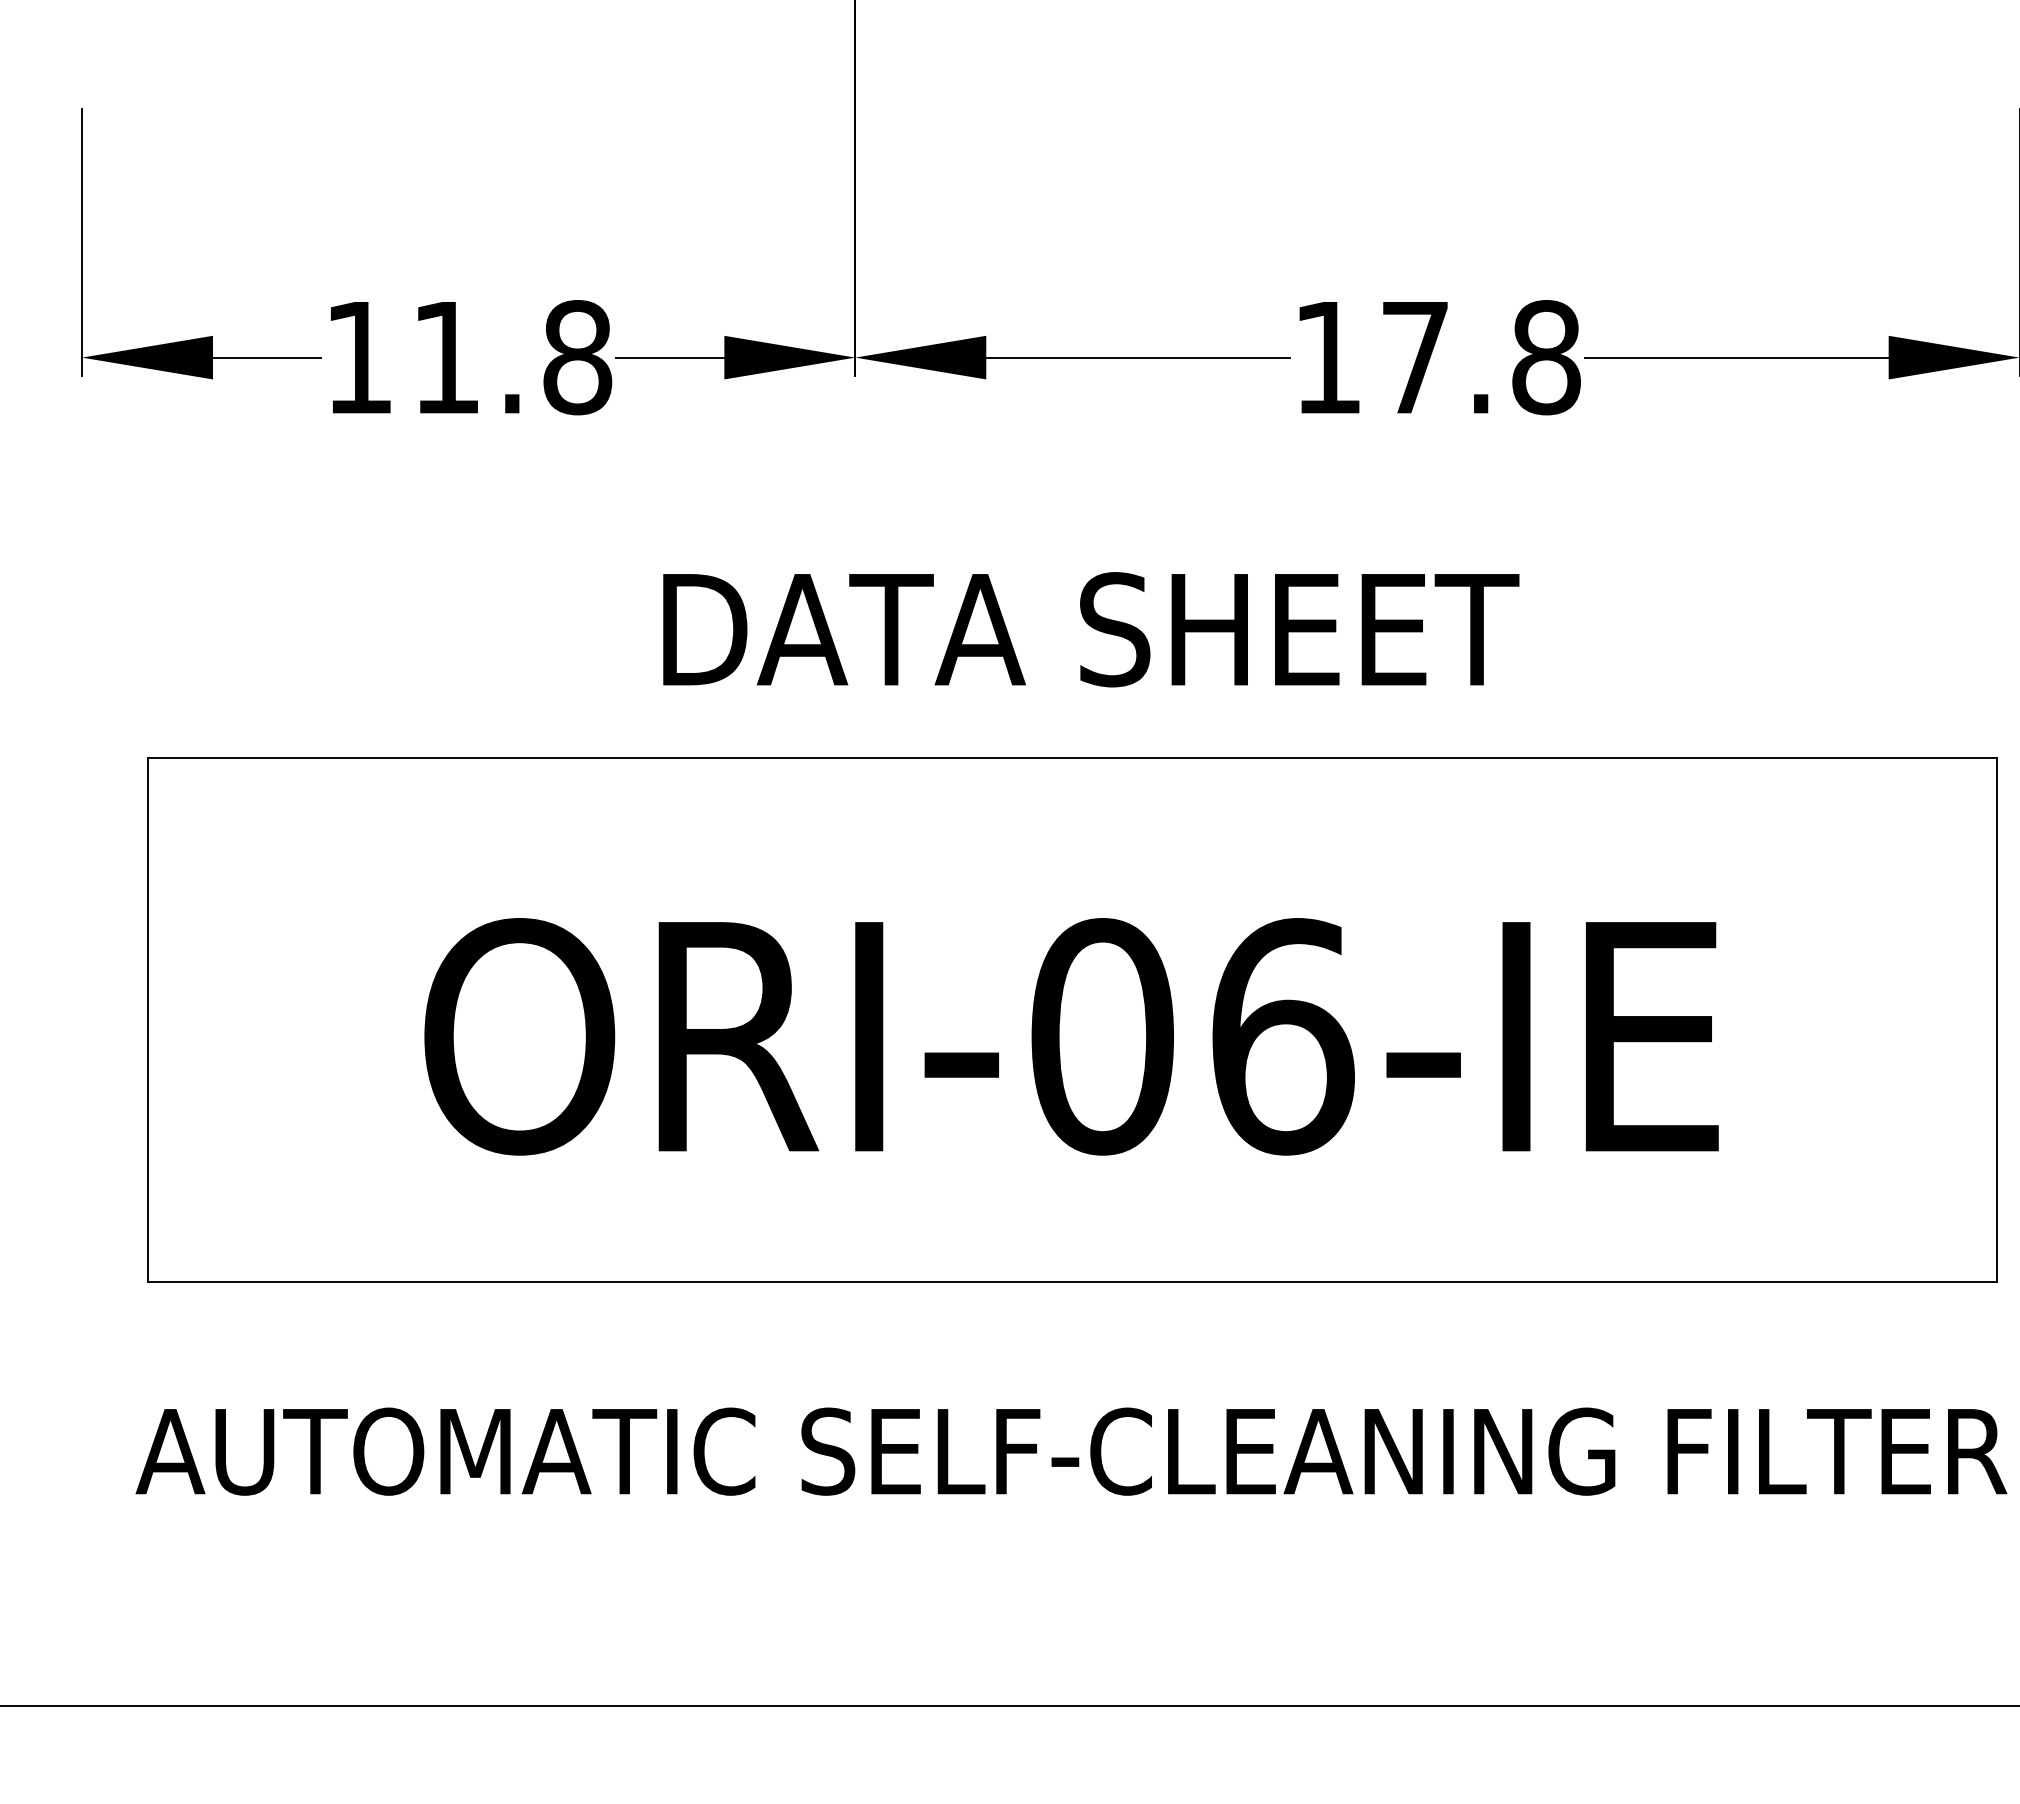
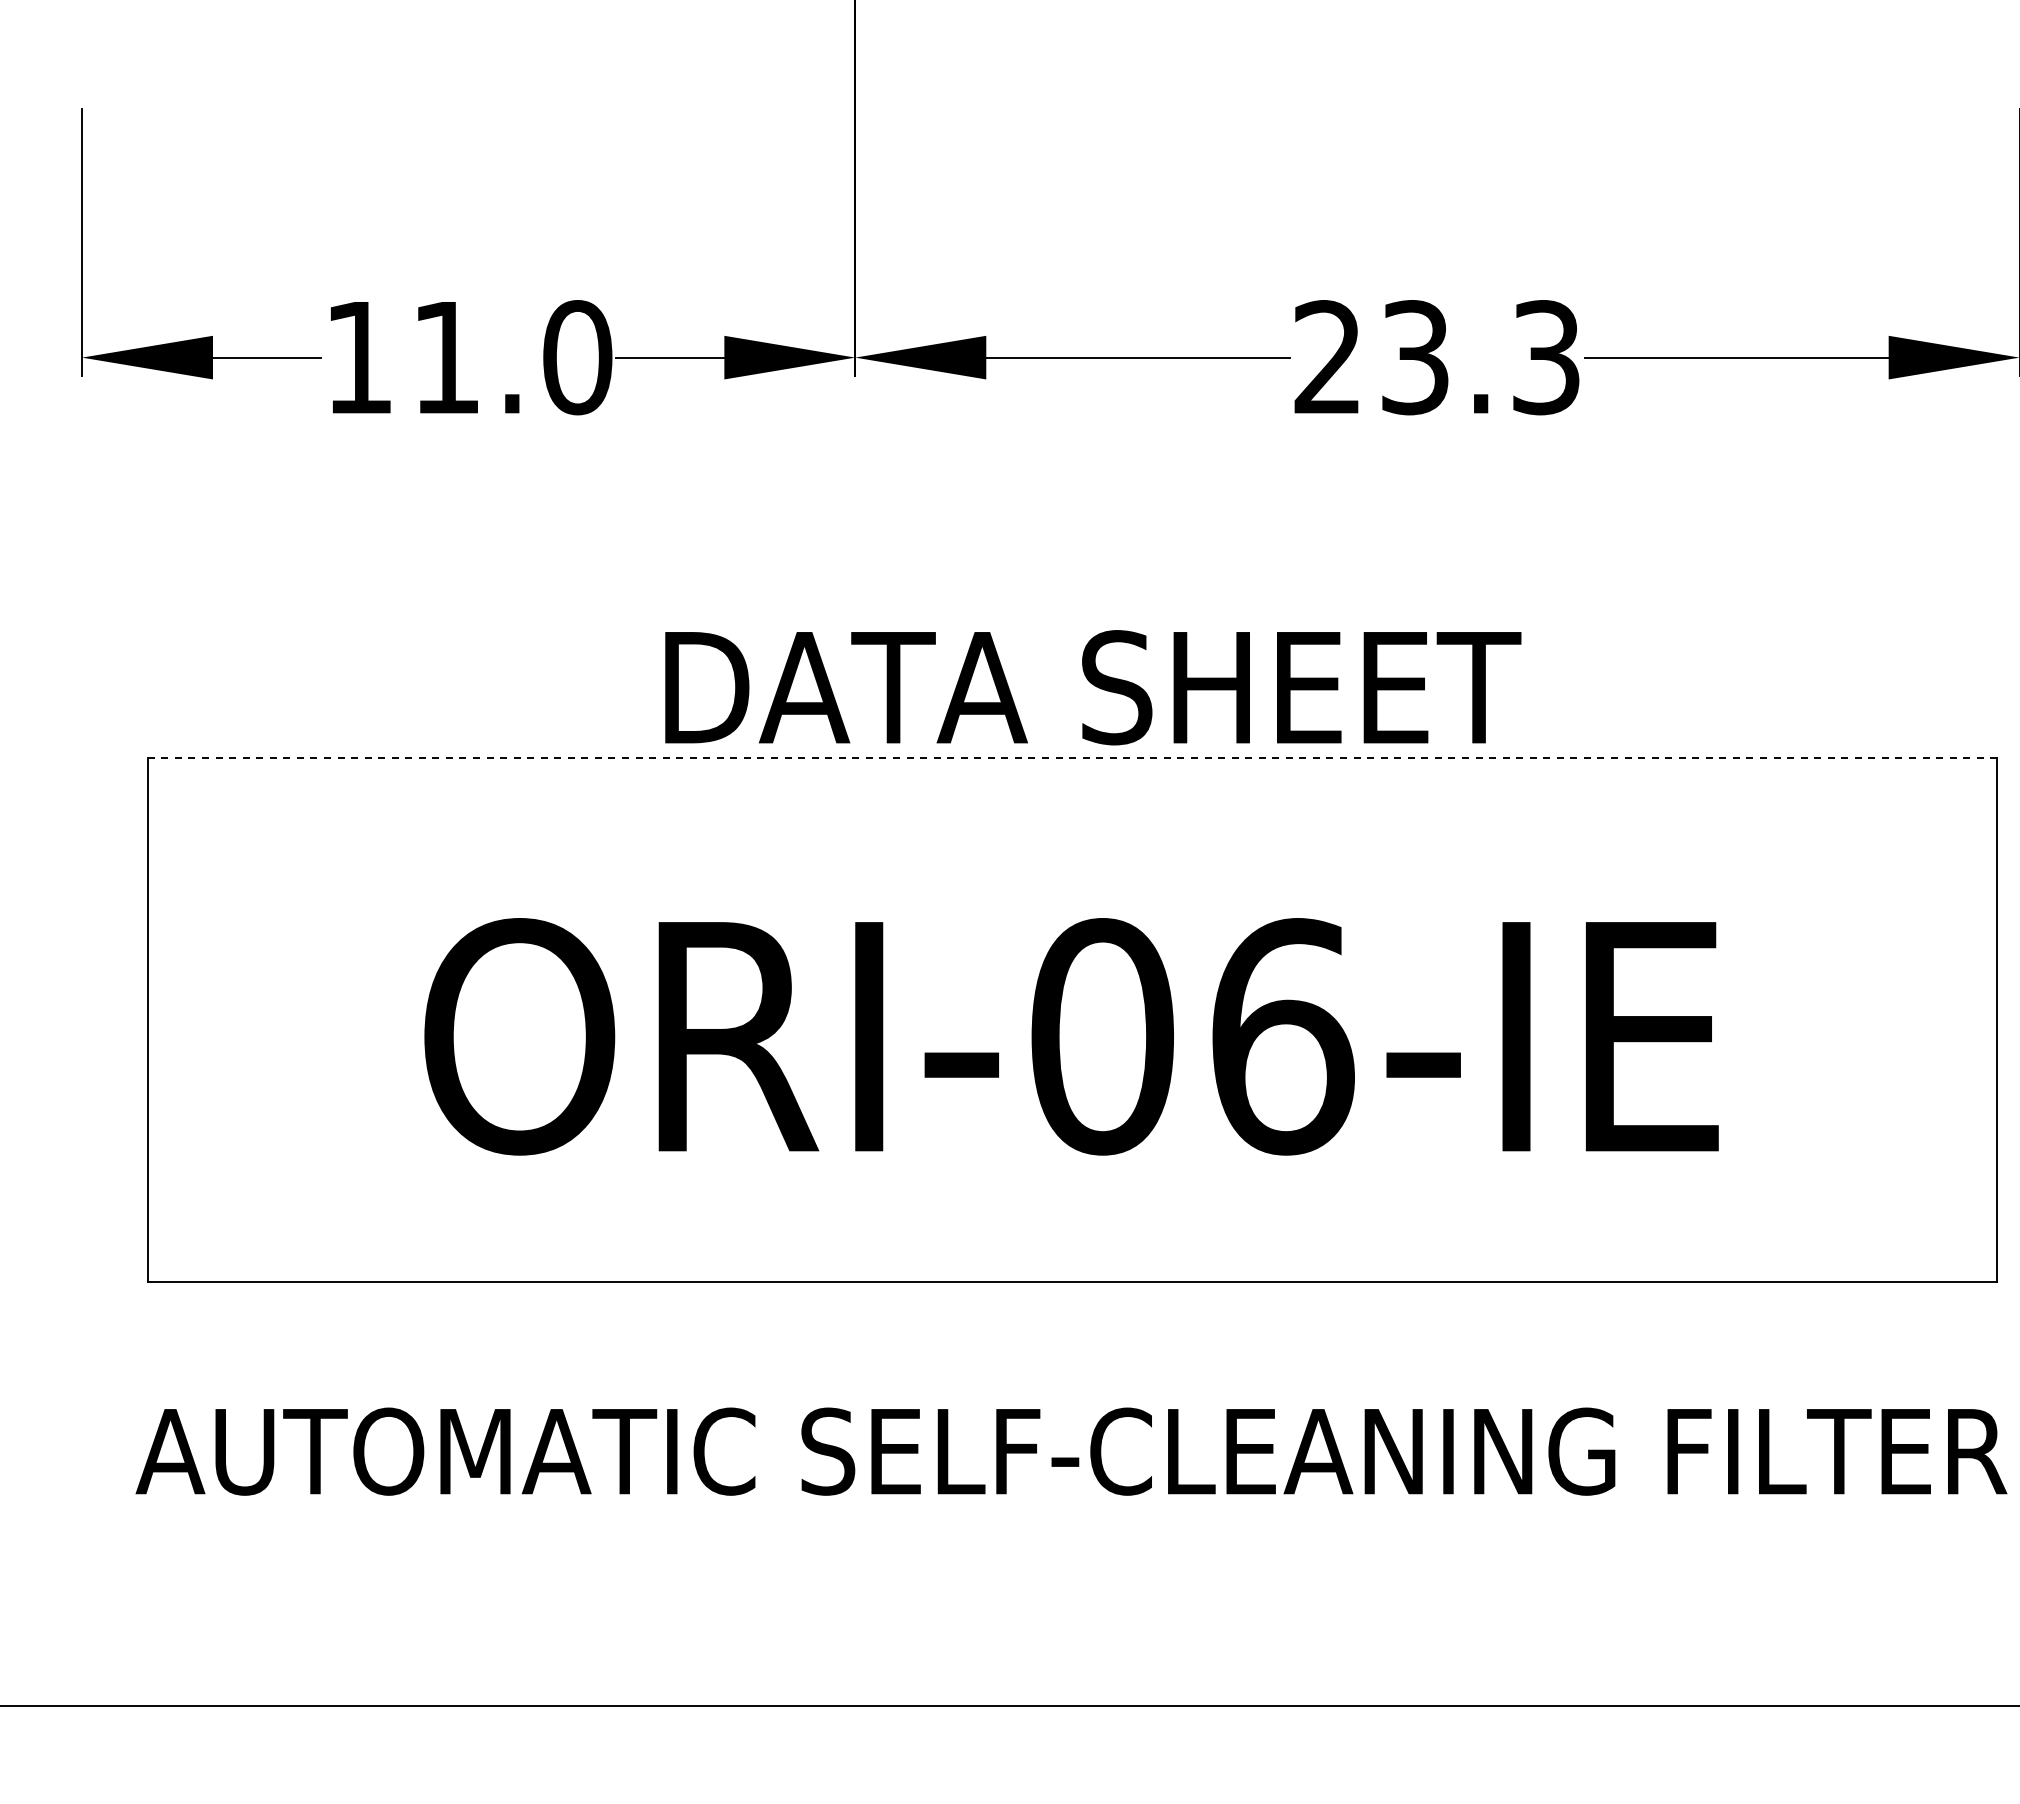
text at (577, 357): 11.8 -> 11.0
text at (1437, 357): 17.8 -> 23.3
text at (1091, 629) position: (1091, 629) -> (1093, 687)
line at (1072, 758): solid -> dashed
